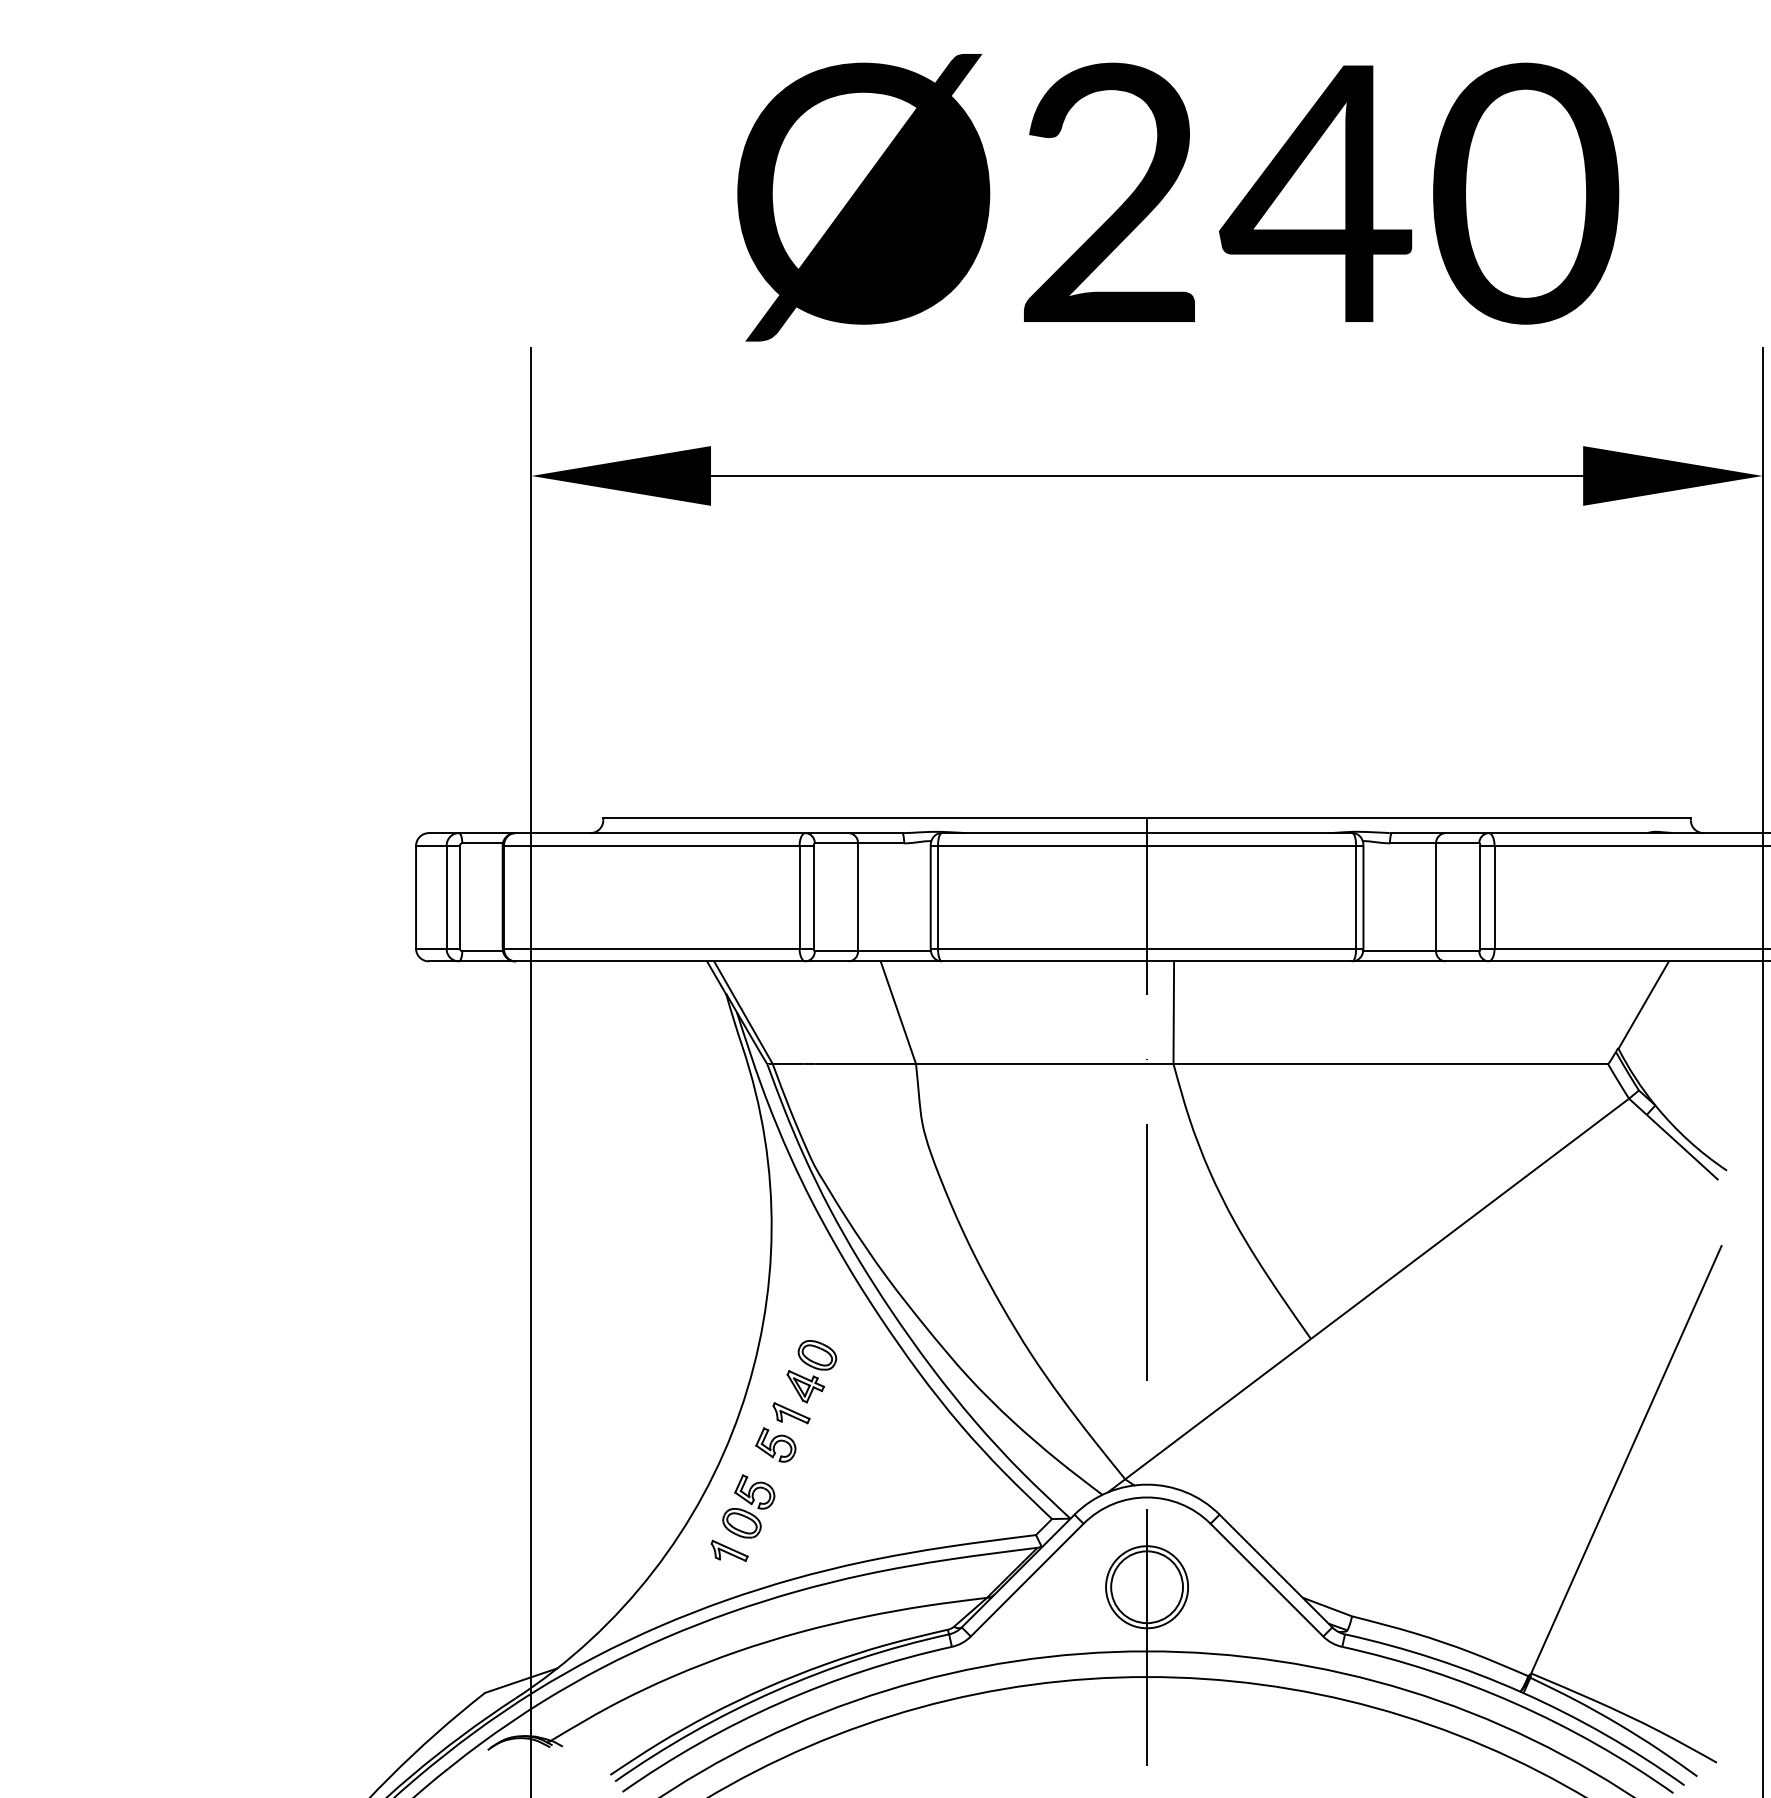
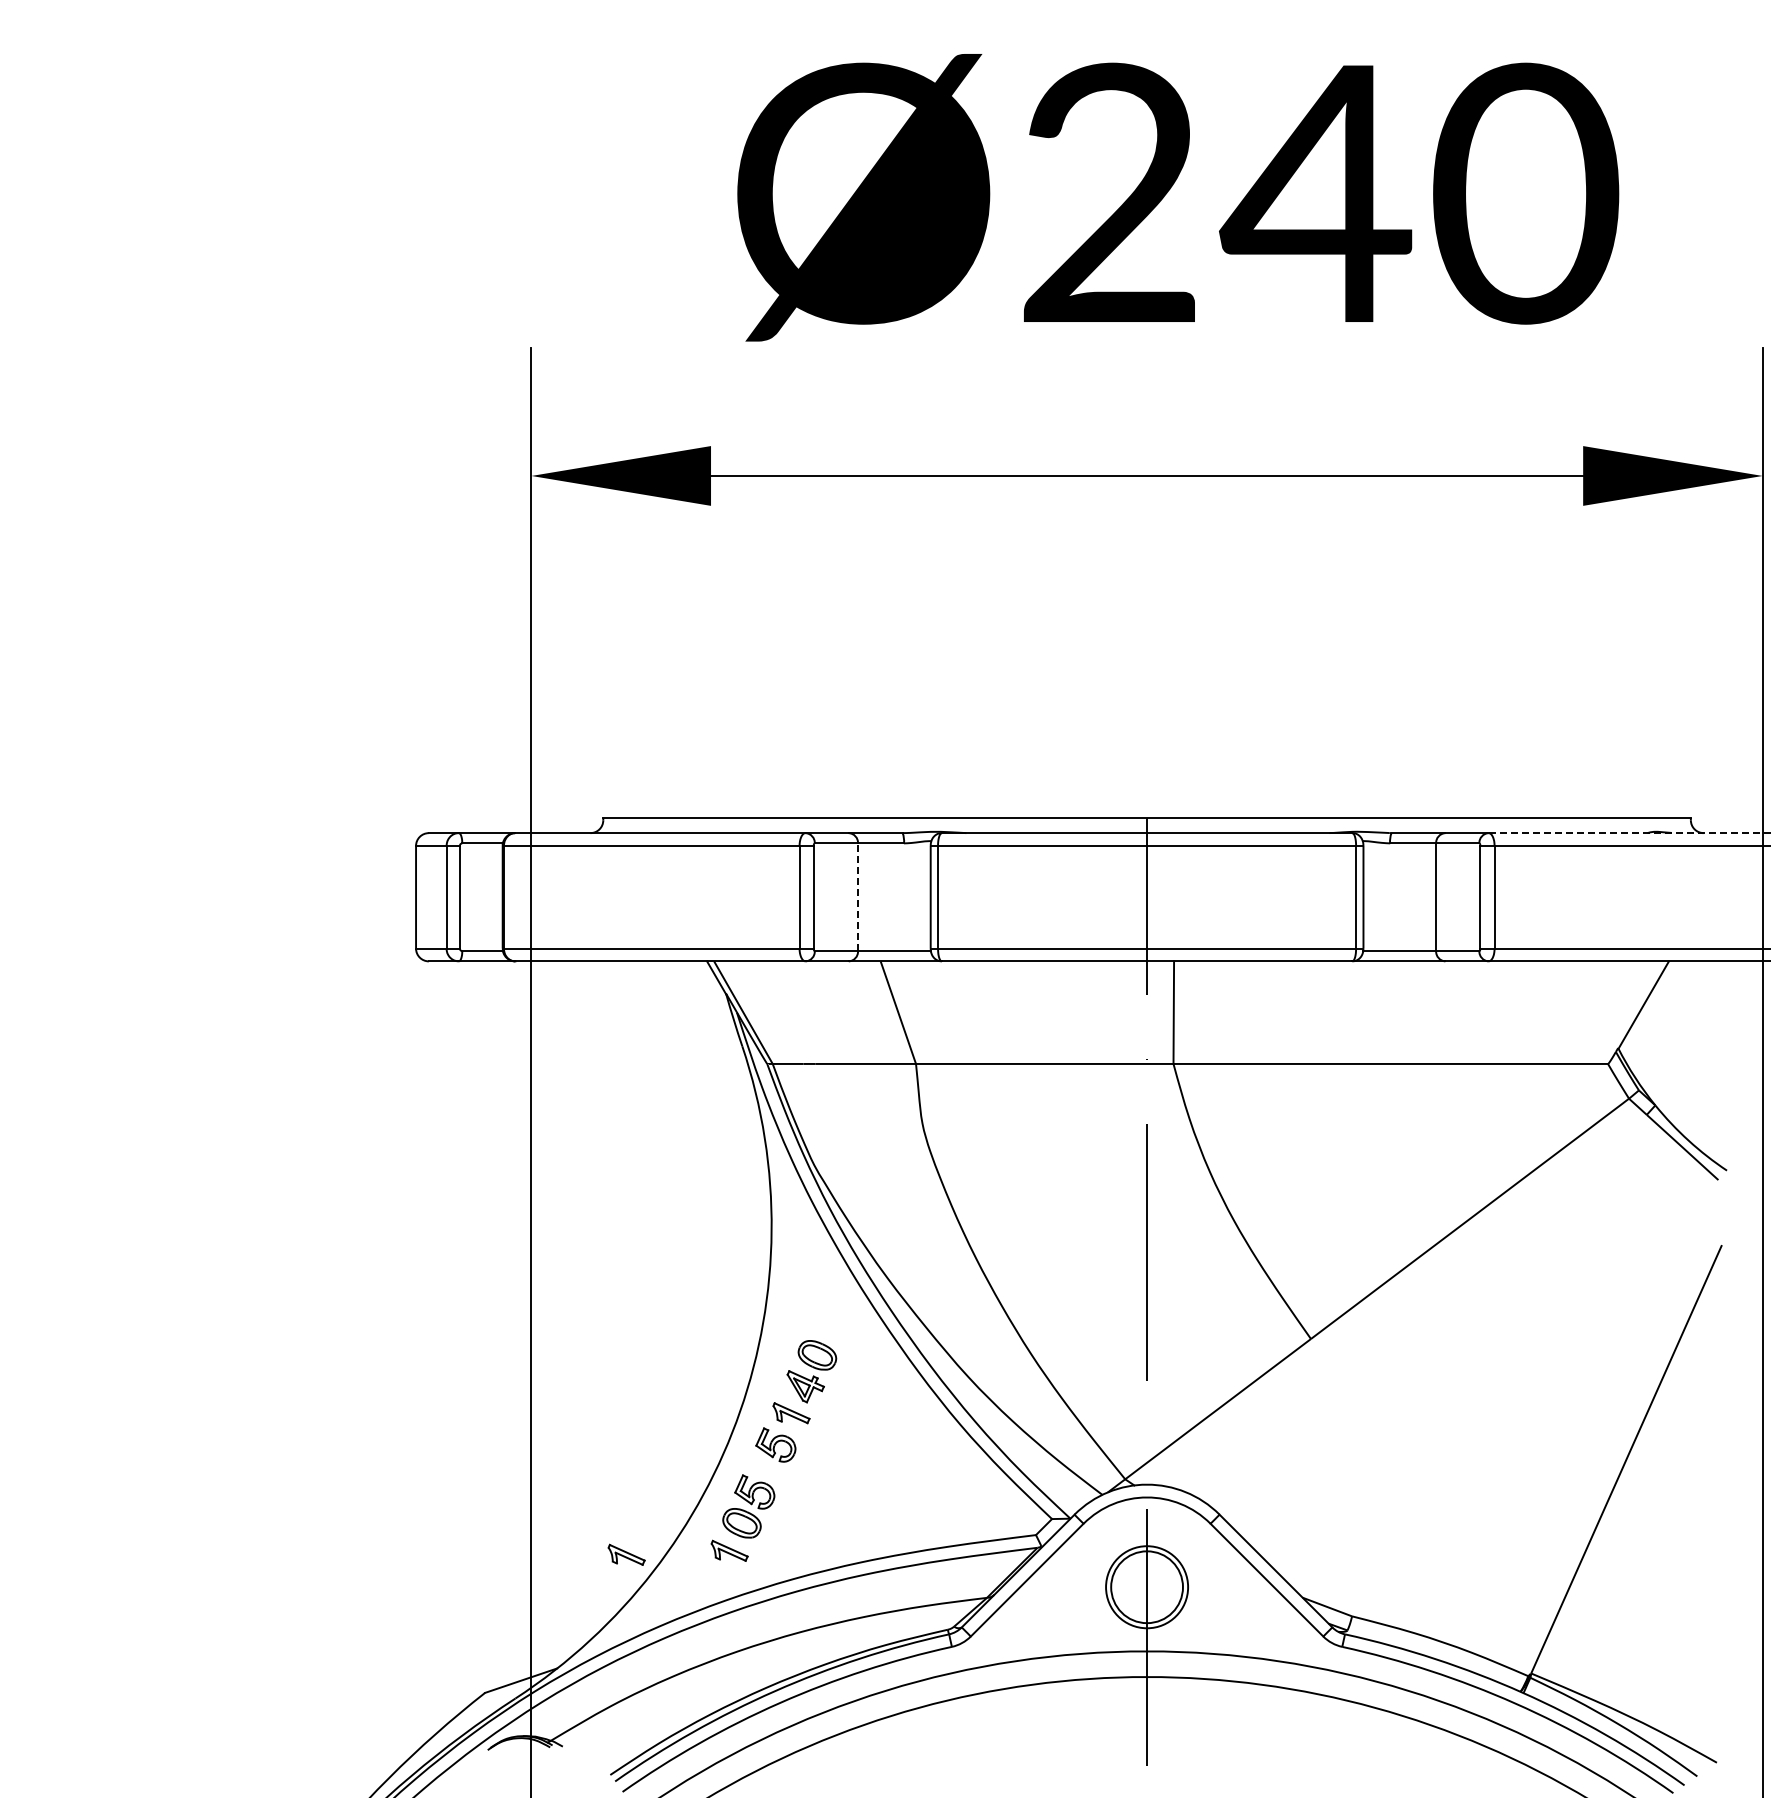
line at (1630, 833): solid -> dashed
line at (858, 897): solid -> dashed
part at (626, 1554): none -> present
